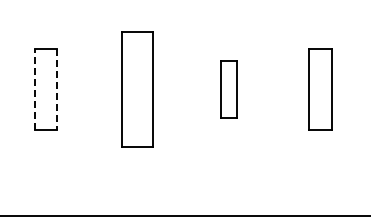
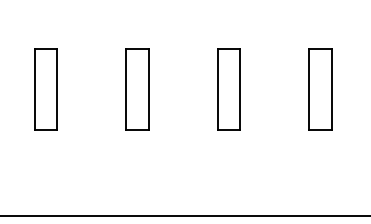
line at (34, 89): dashed -> solid
line at (57, 89): dashed -> solid
part at (137, 89) size: 33x117 px -> 25x83 px
part at (228, 89) size: 18x59 px -> 24x83 px
